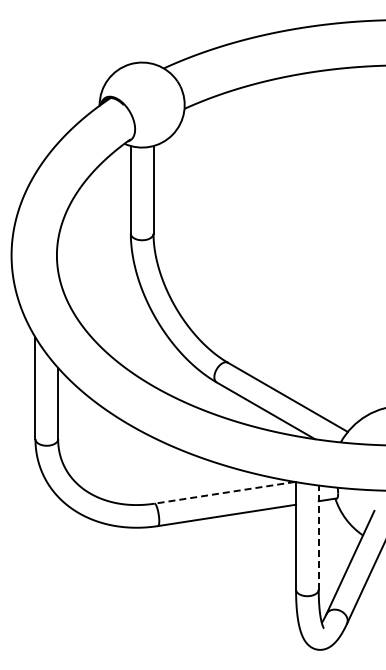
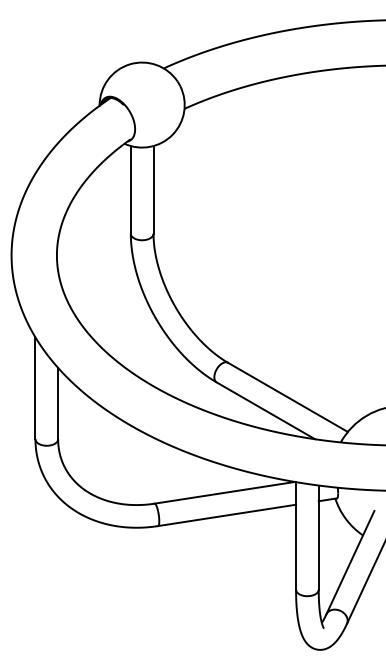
line at (224, 492): dashed -> solid
line at (318, 537): dashed -> solid
